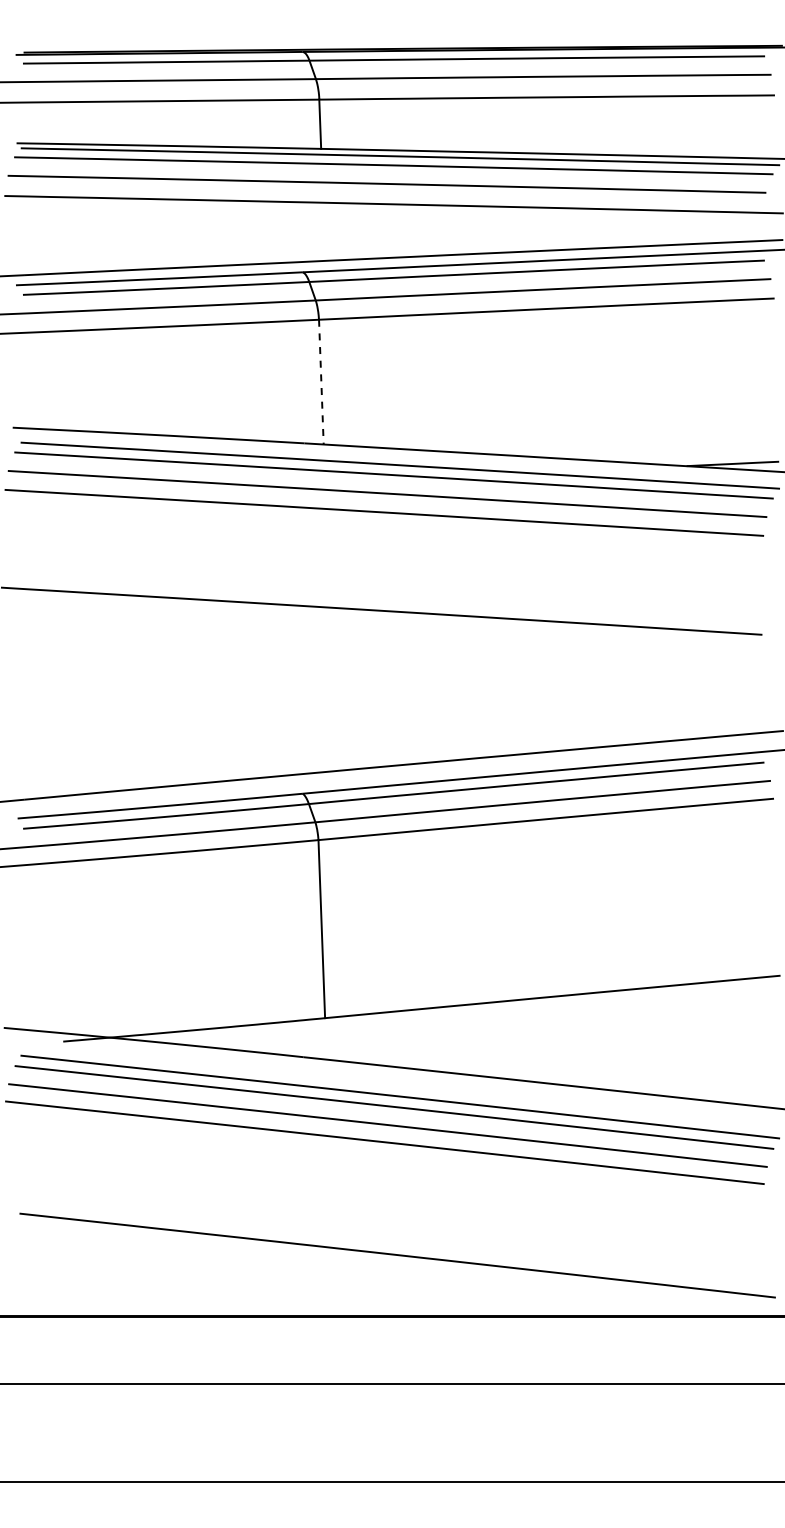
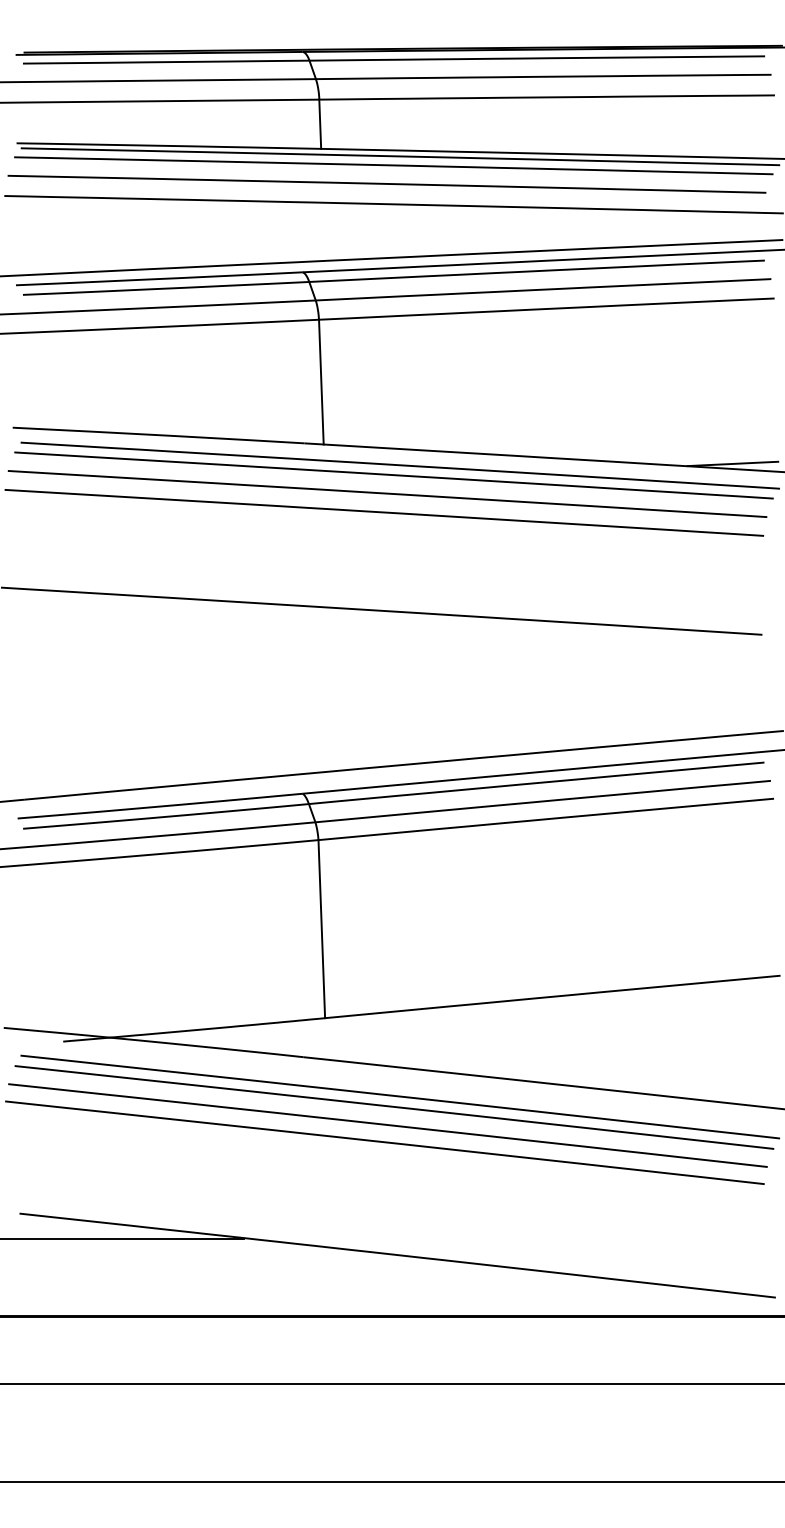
line at (321, 382): dashed -> solid
line at (123, 1239): none -> present
